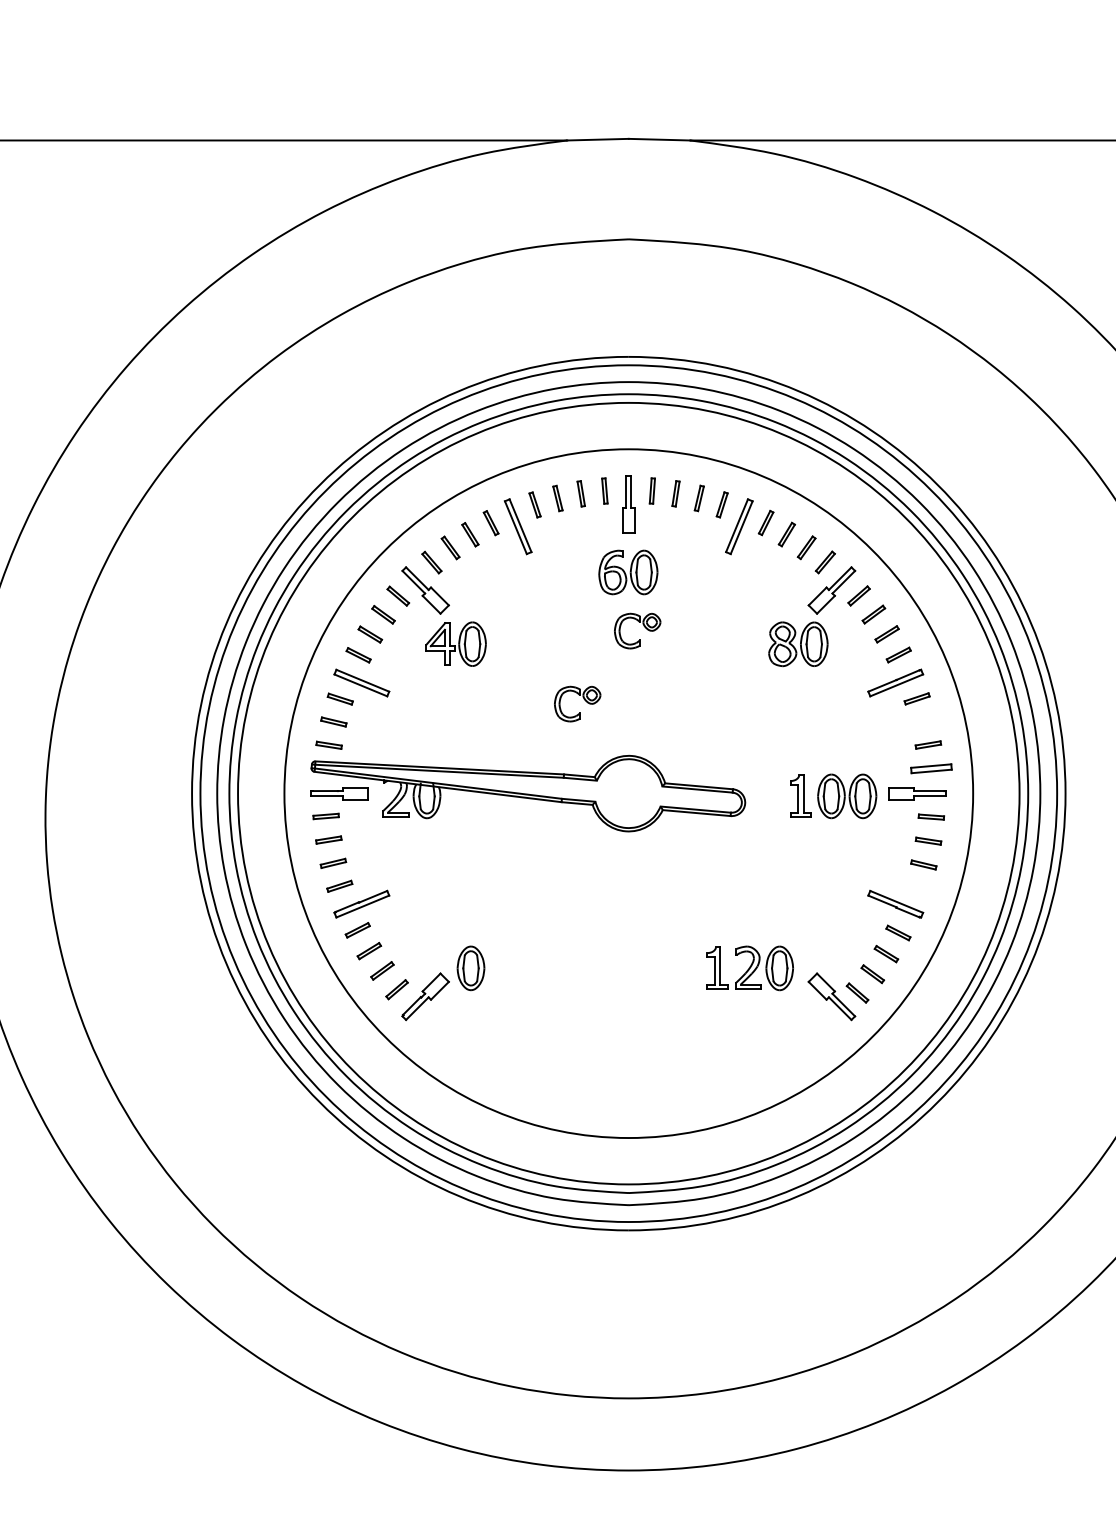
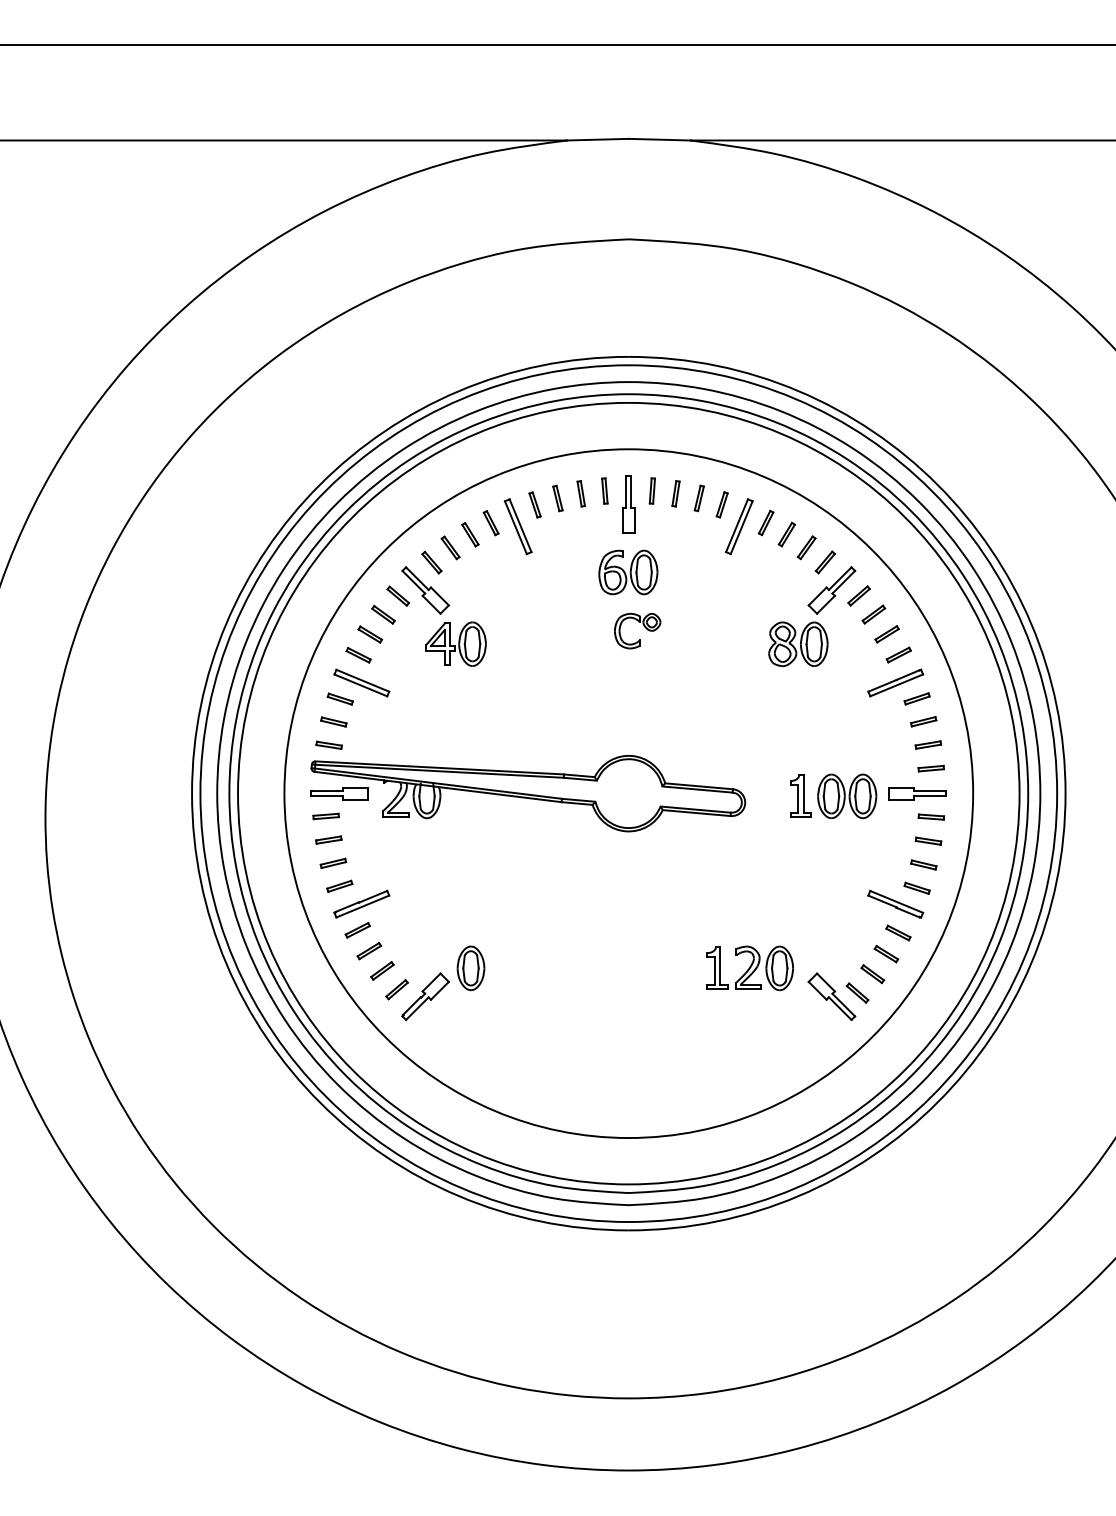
line at (557, 45): none -> present
part at (583, 699): present -> none
part at (923, 721): none -> present
part at (931, 768) size: 43x12 px -> 28x9 px
part at (916, 887): none -> present
